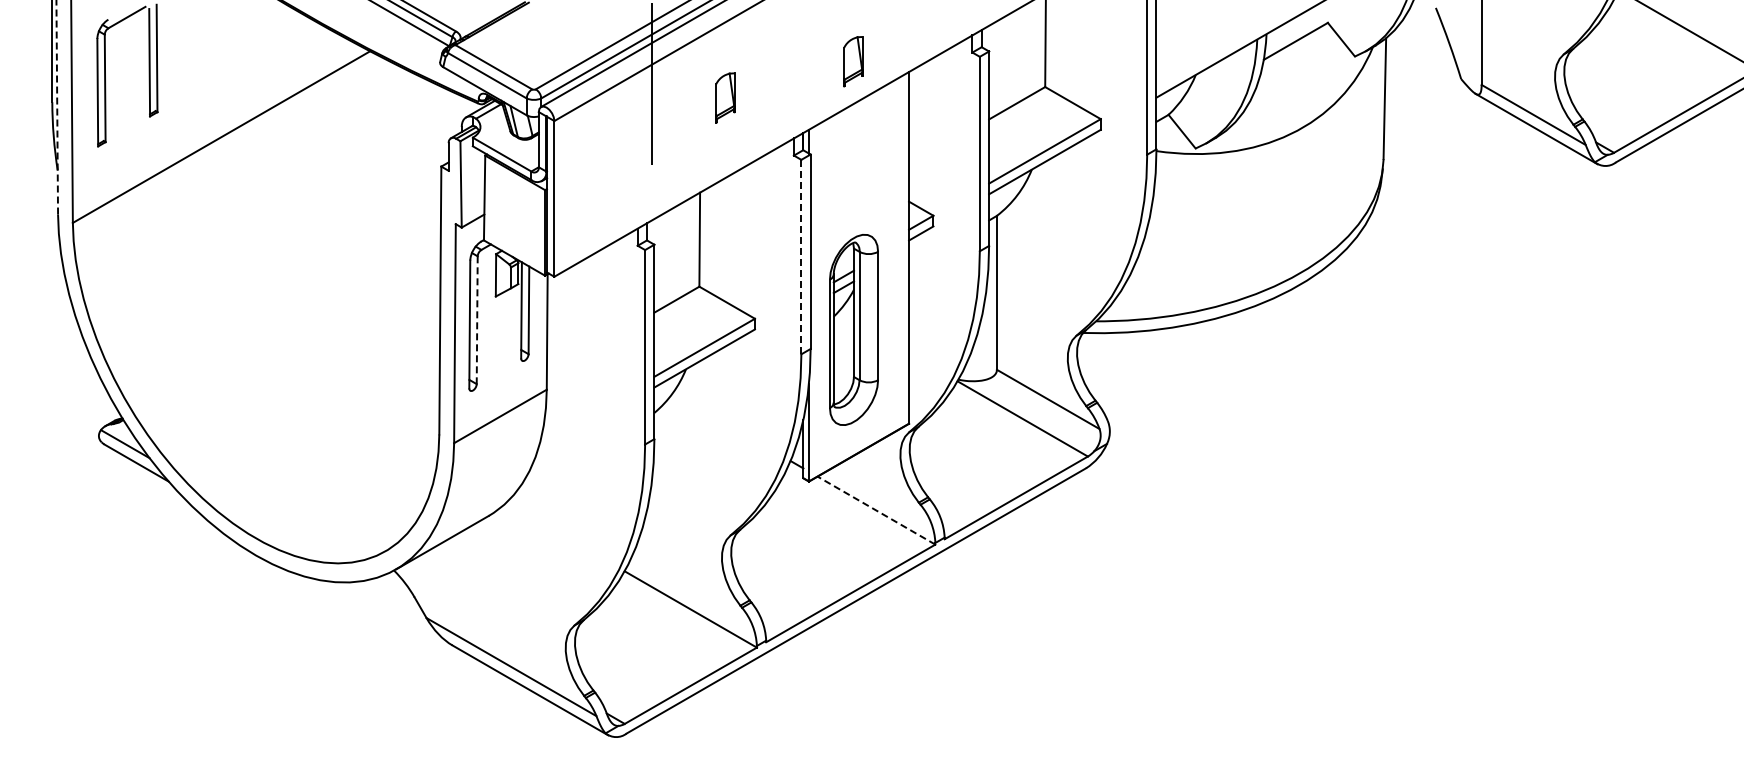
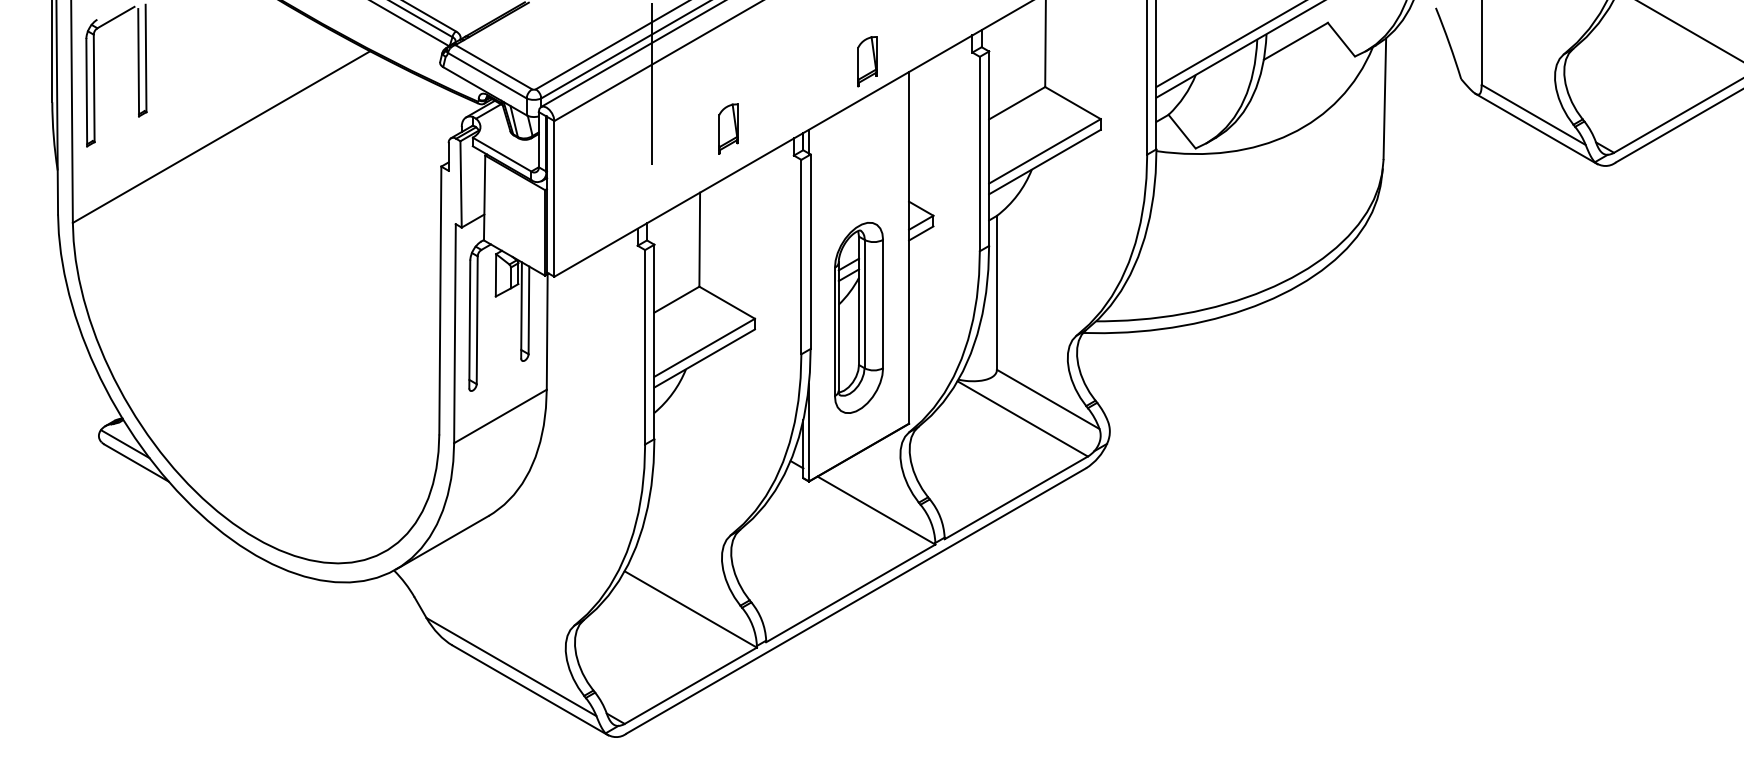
line at (1229, 44): none -> present
part at (853, 61) position: (853, 61) -> (867, 61)
part at (148, 75) position: (148, 75) -> (137, 75)
part at (725, 97) position: (725, 97) -> (728, 128)
line at (57, 107): dashed -> solid
line at (801, 257): dashed -> solid
line at (477, 320): dashed -> solid
part at (853, 329) position: (853, 329) -> (858, 317)
line at (876, 510): dashed -> solid
